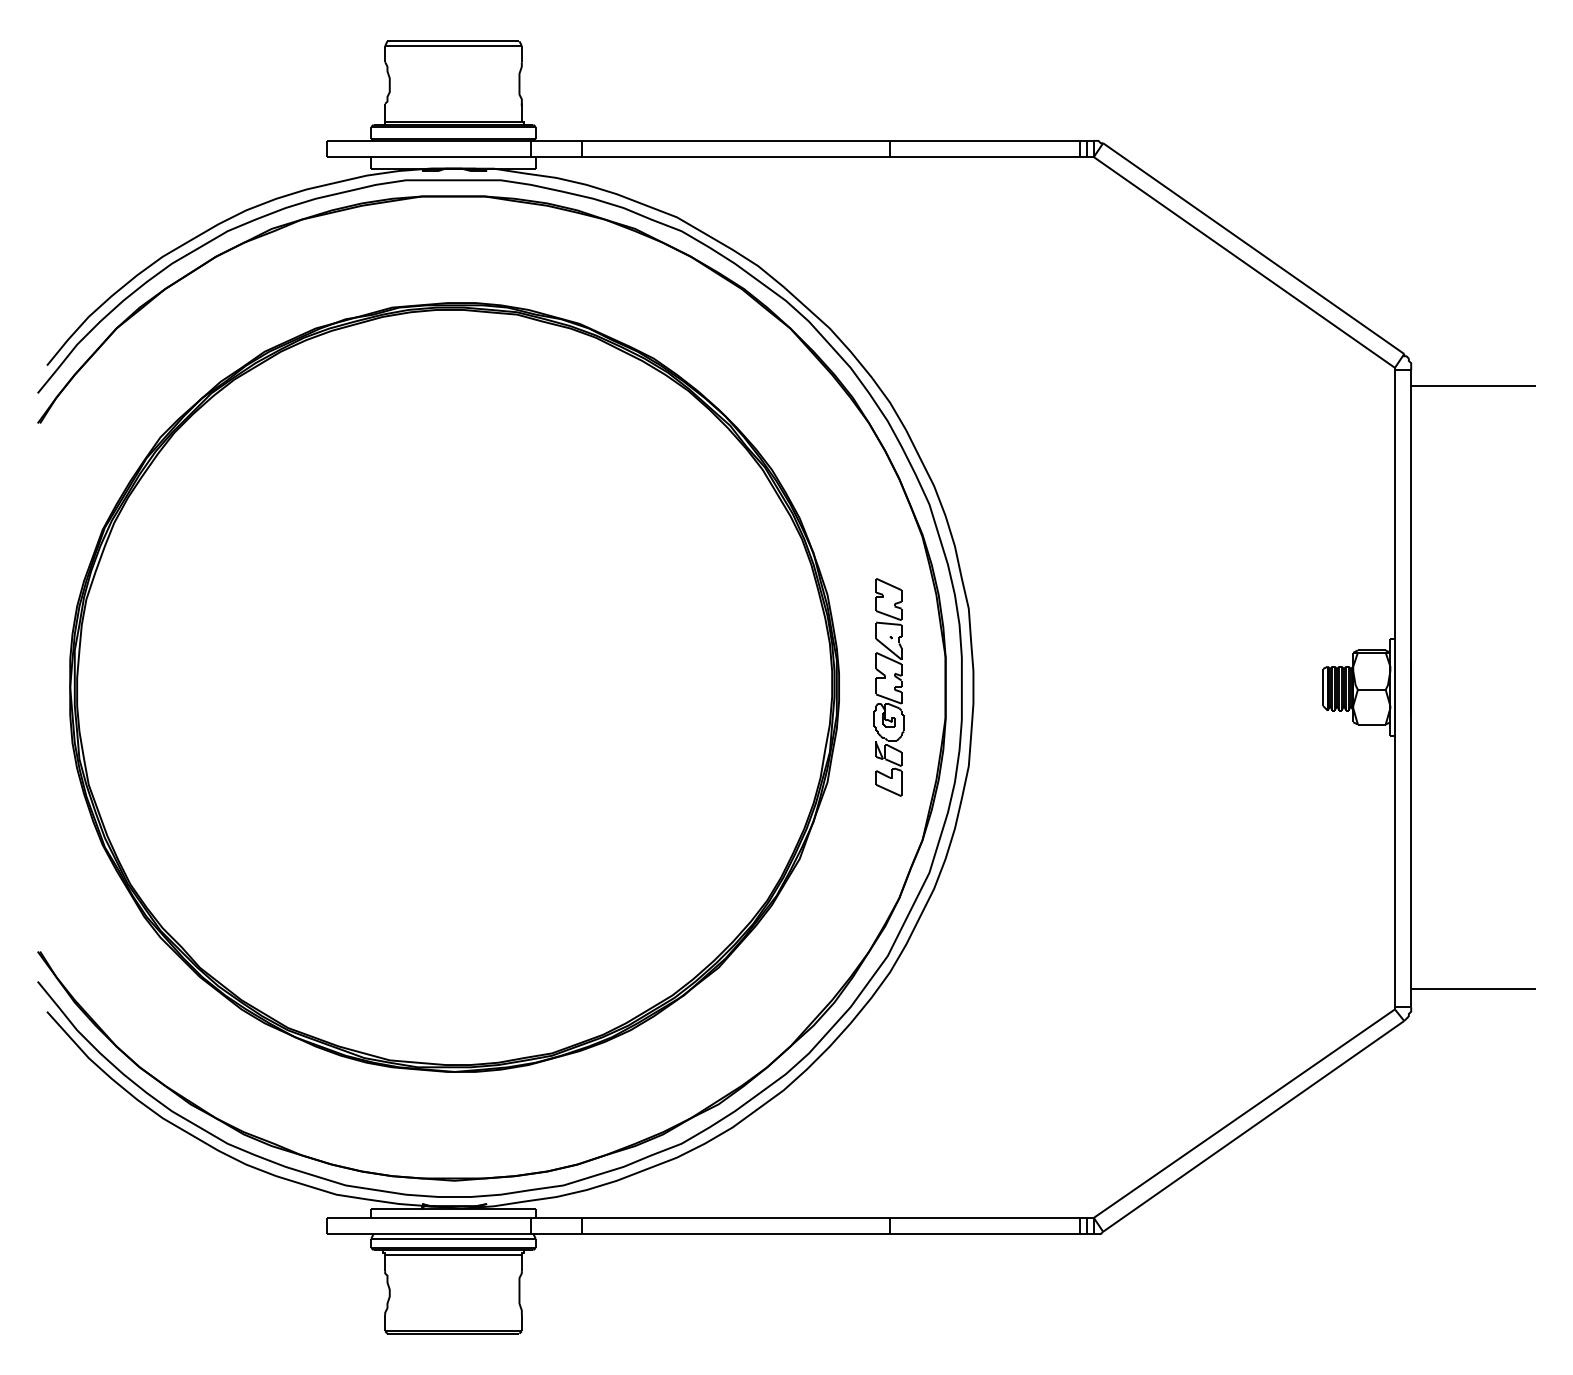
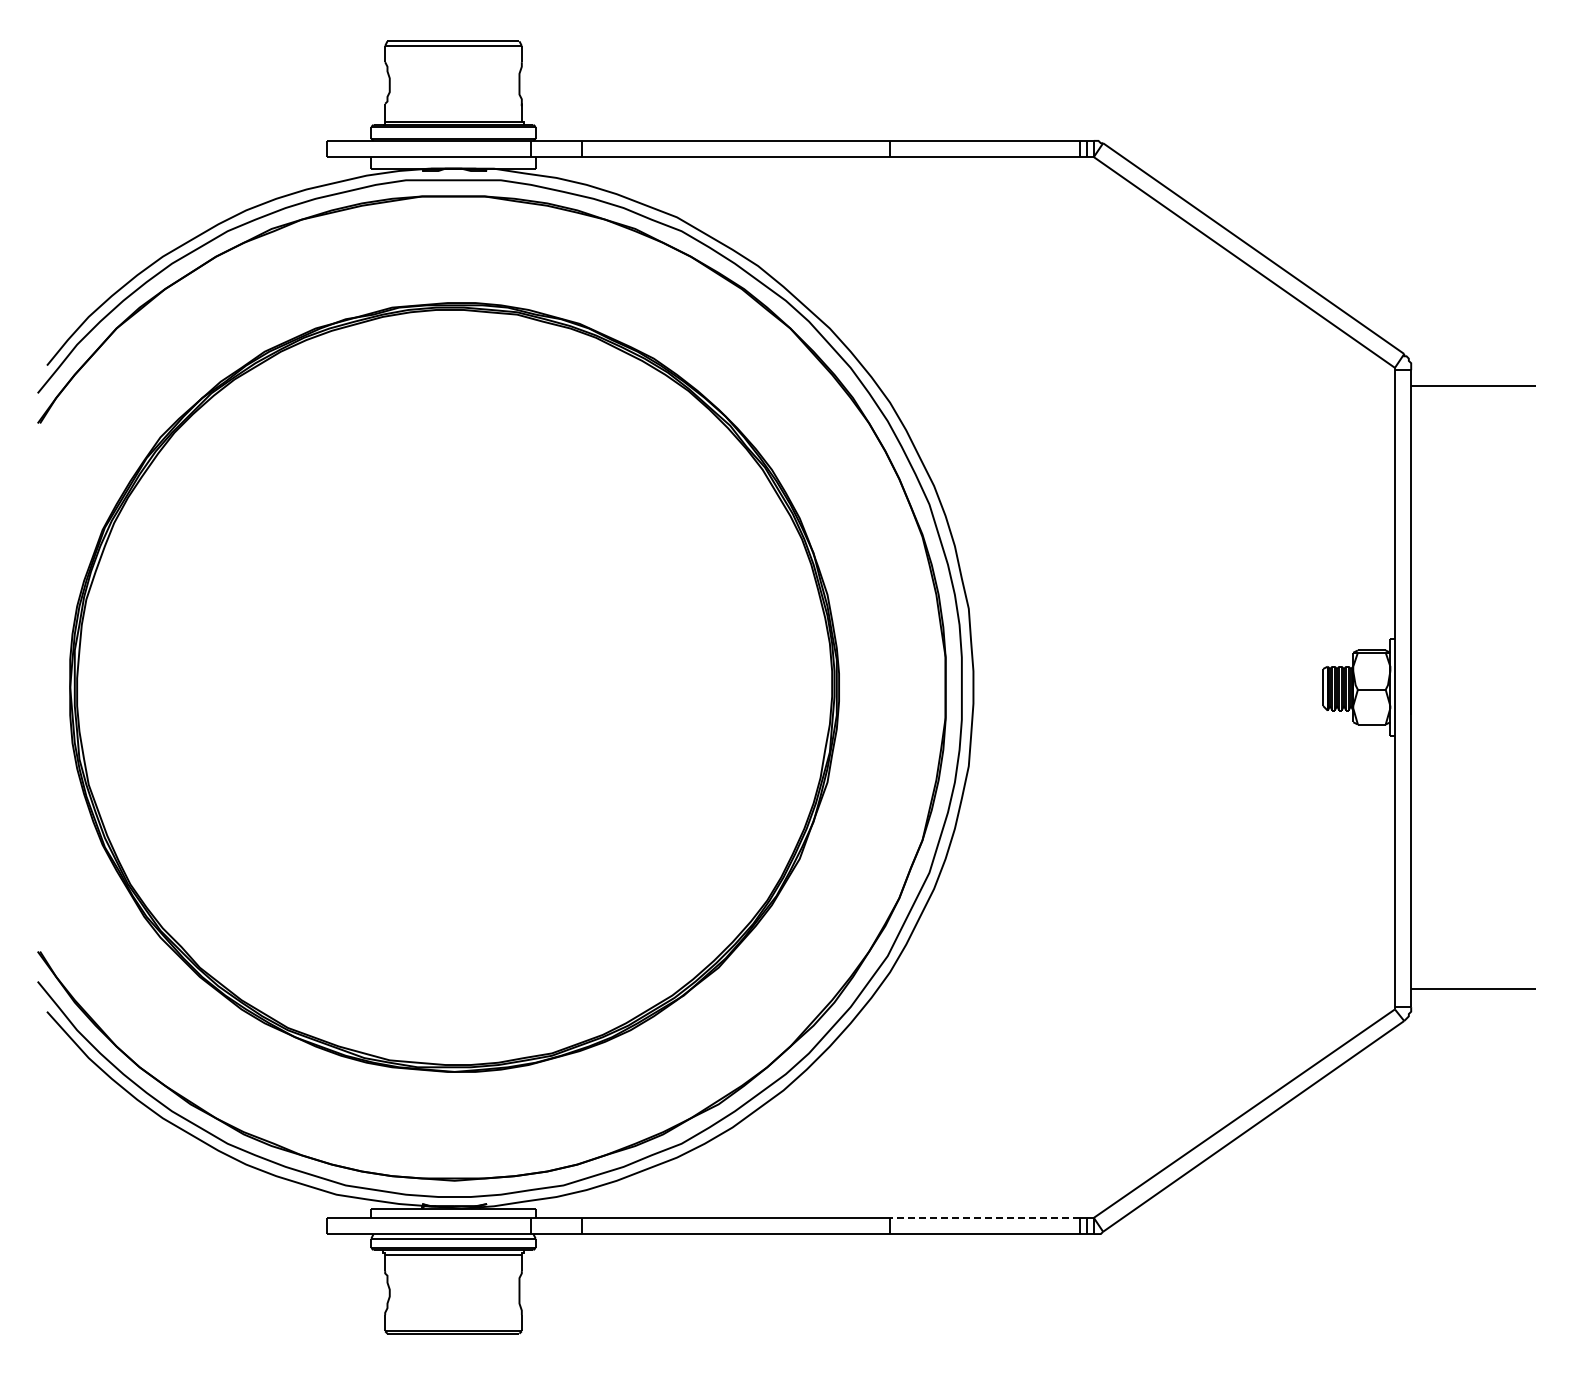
part at (888, 687): present -> none
line at (985, 1217): solid -> dashed
